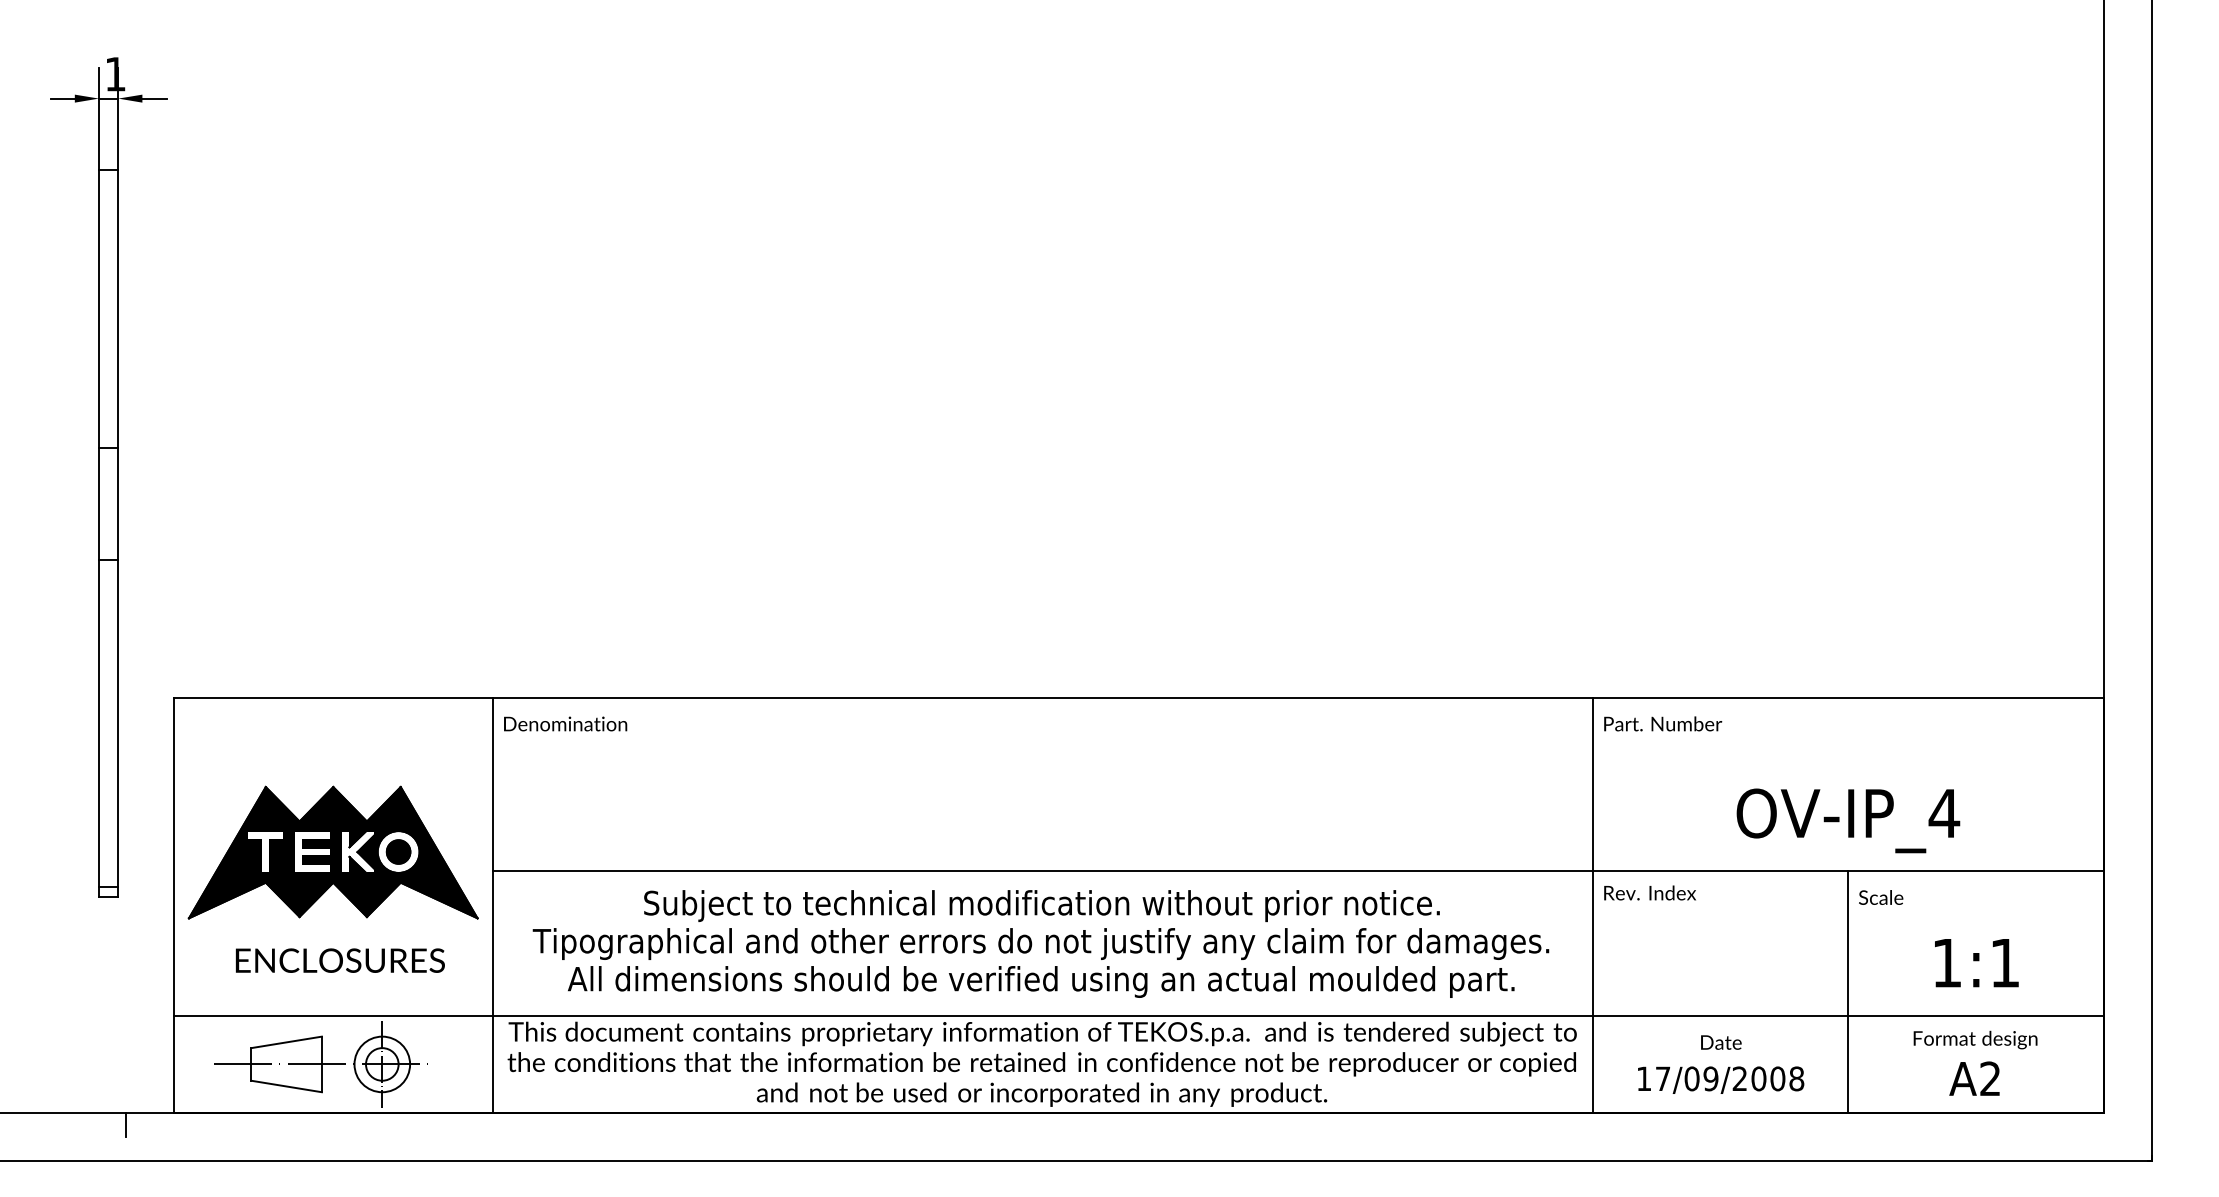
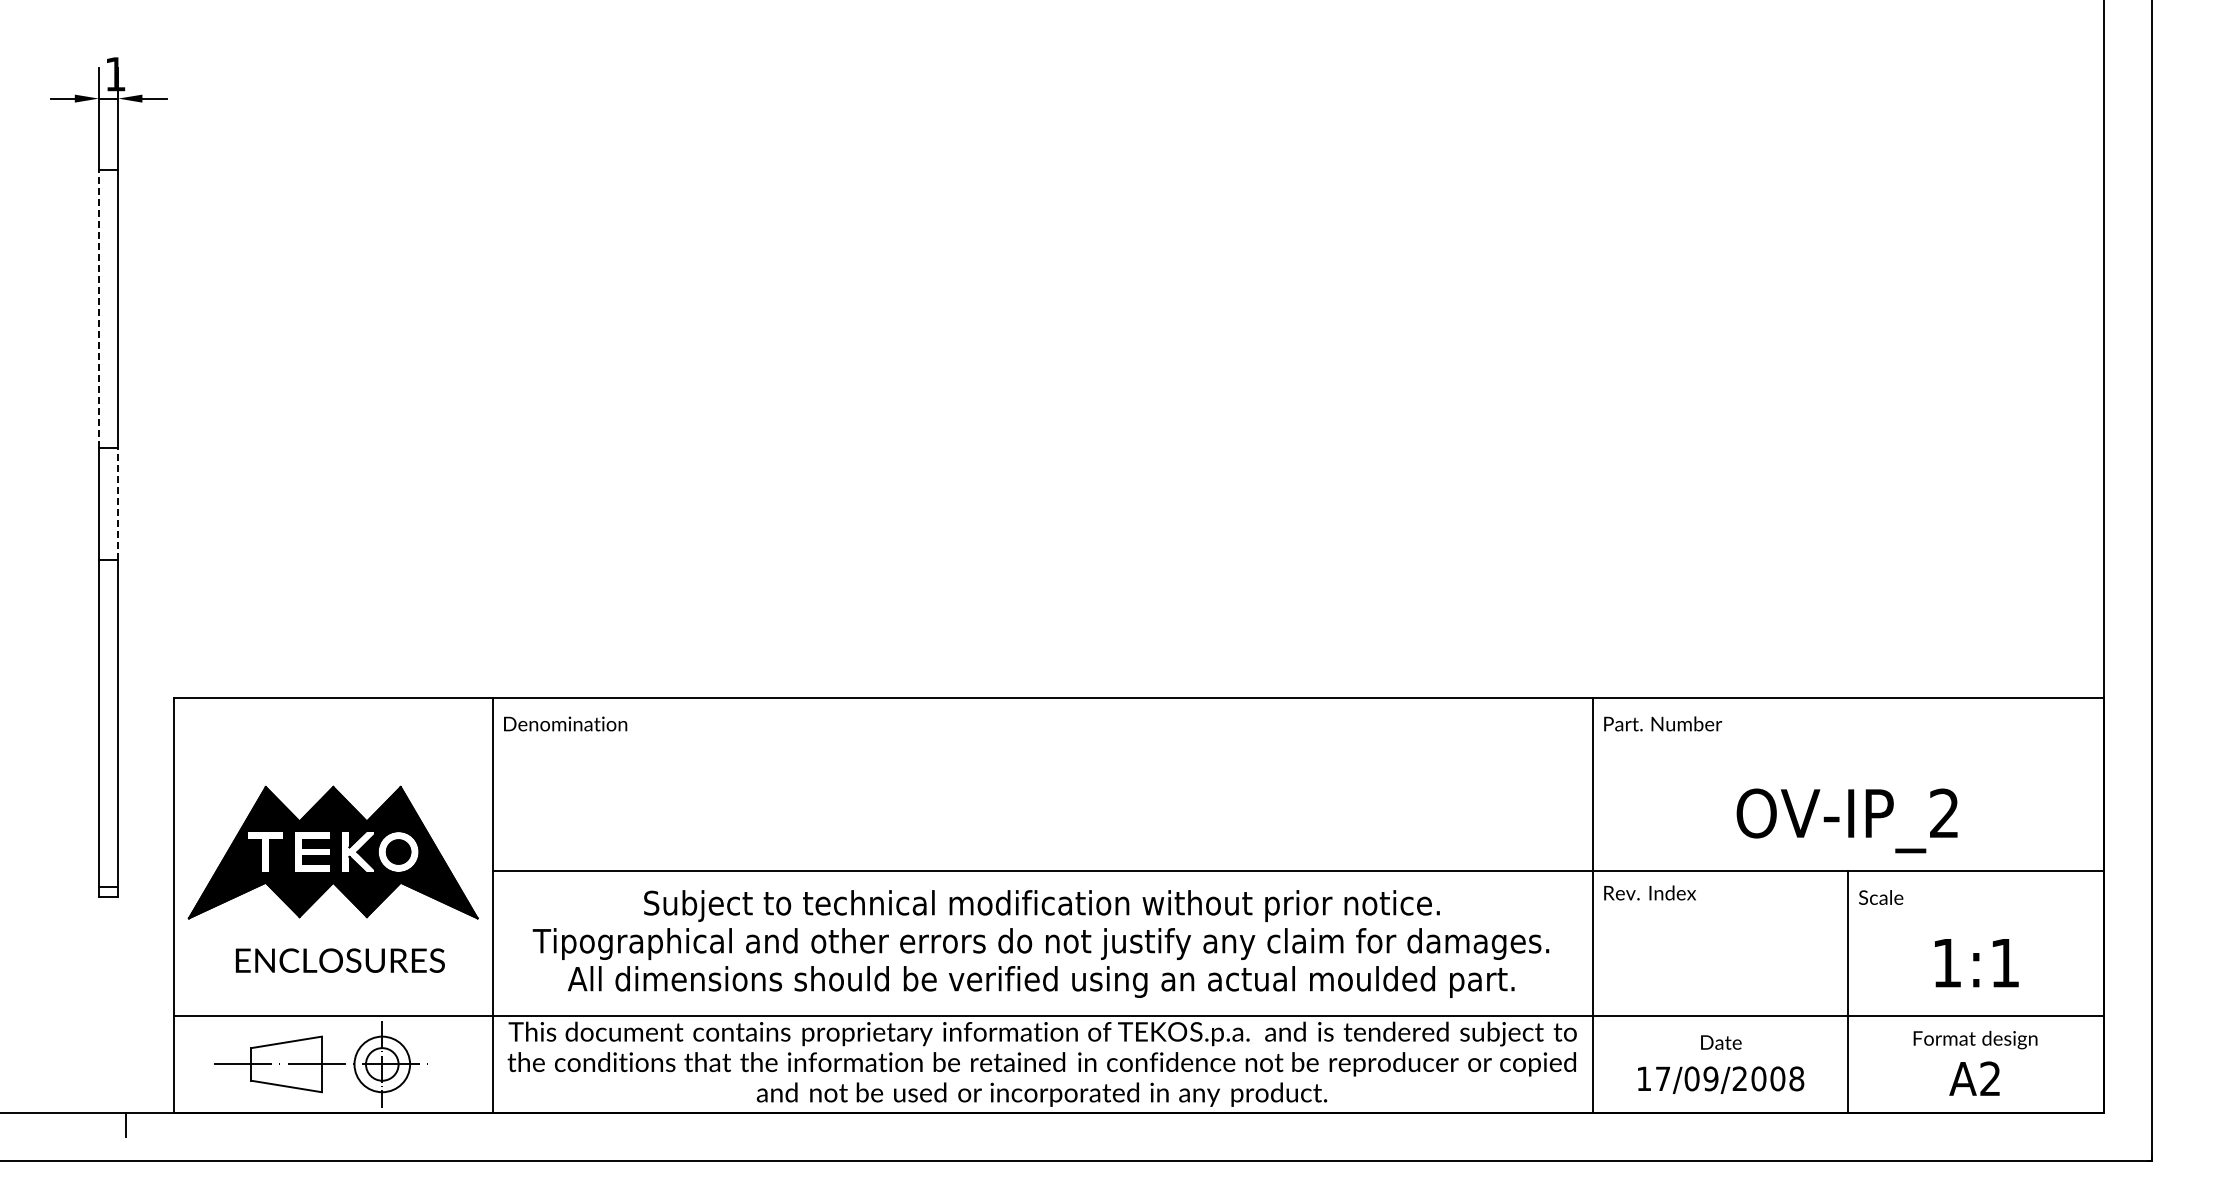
line at (98, 308): solid -> dashed
line at (118, 504): solid -> dashed
text at (1944, 812): OV-IP_4 -> OV-IP_2
